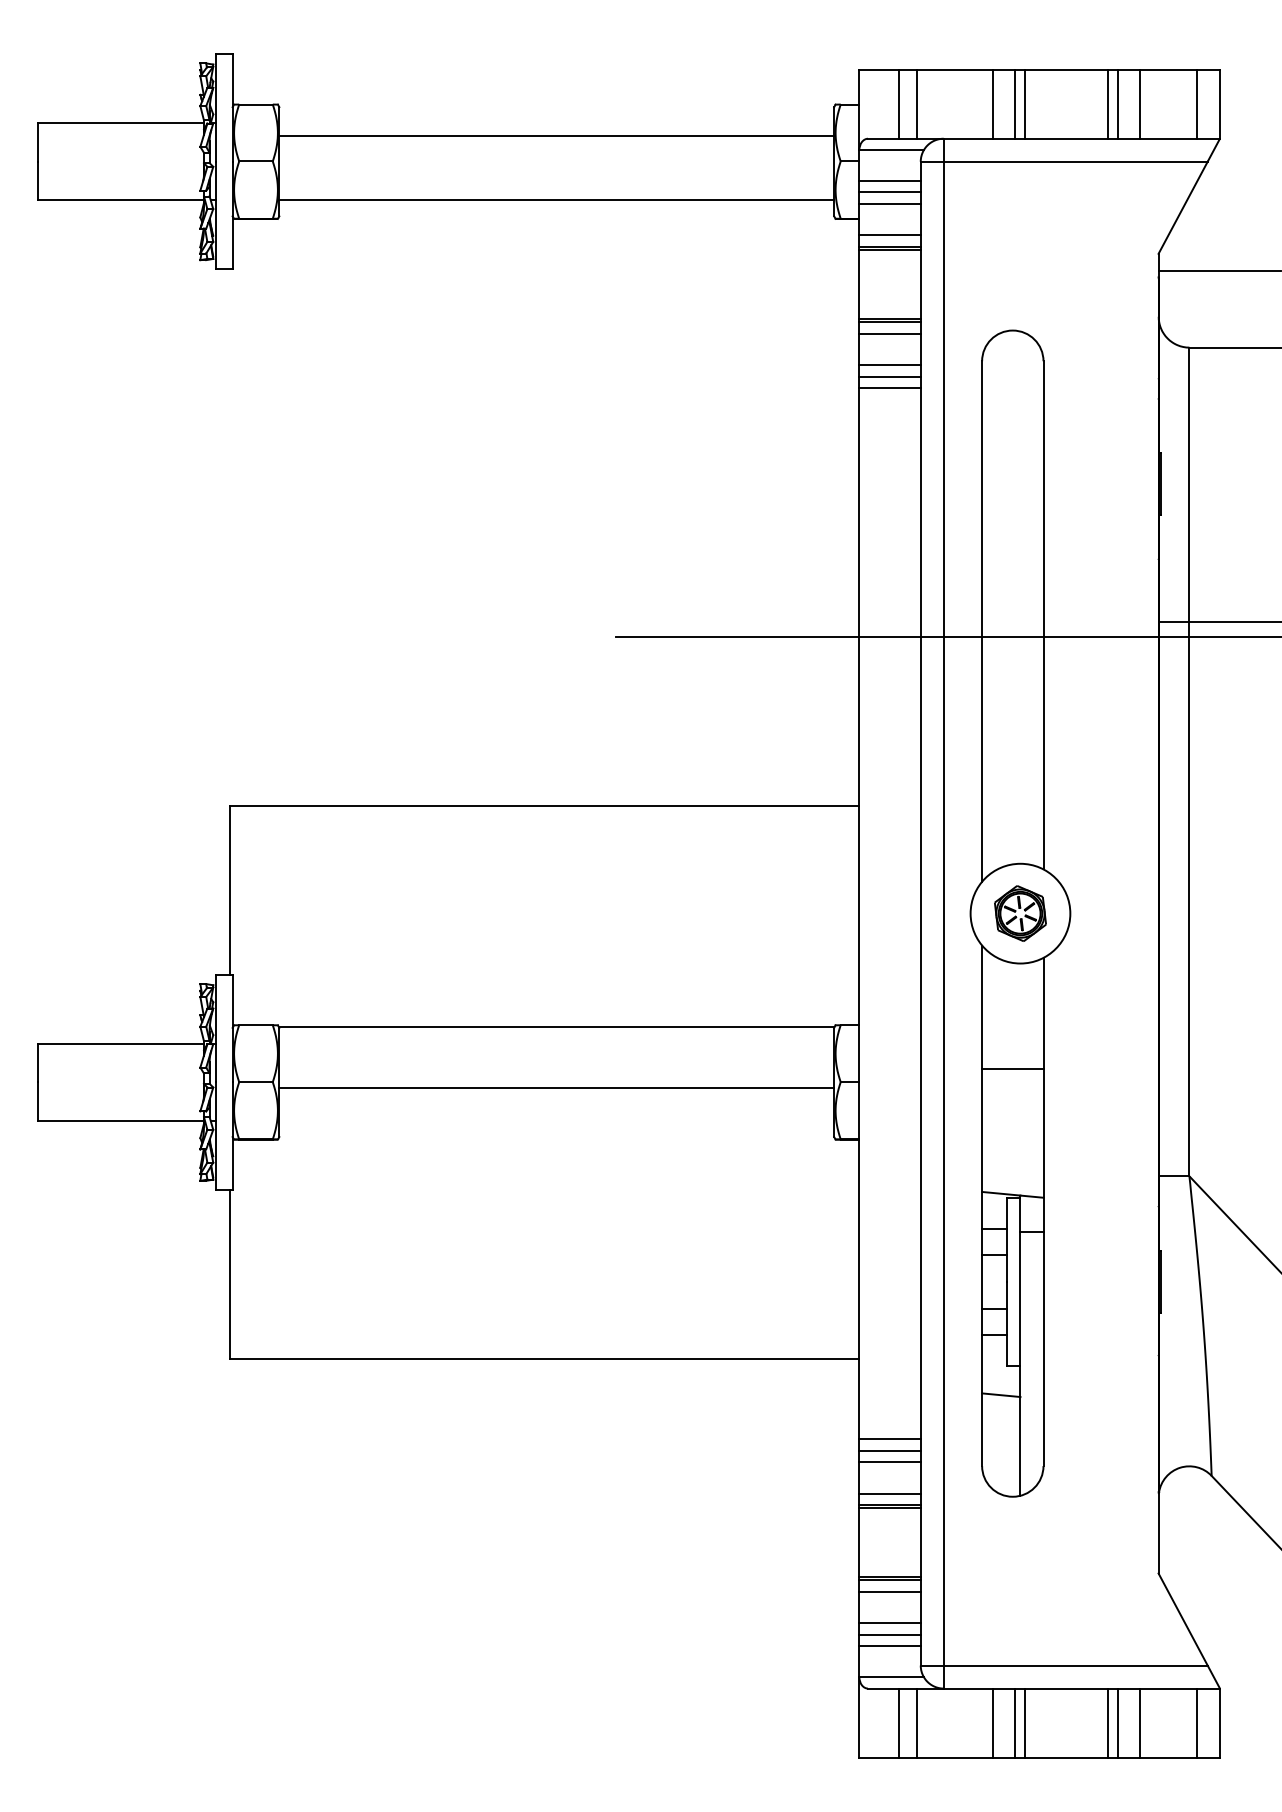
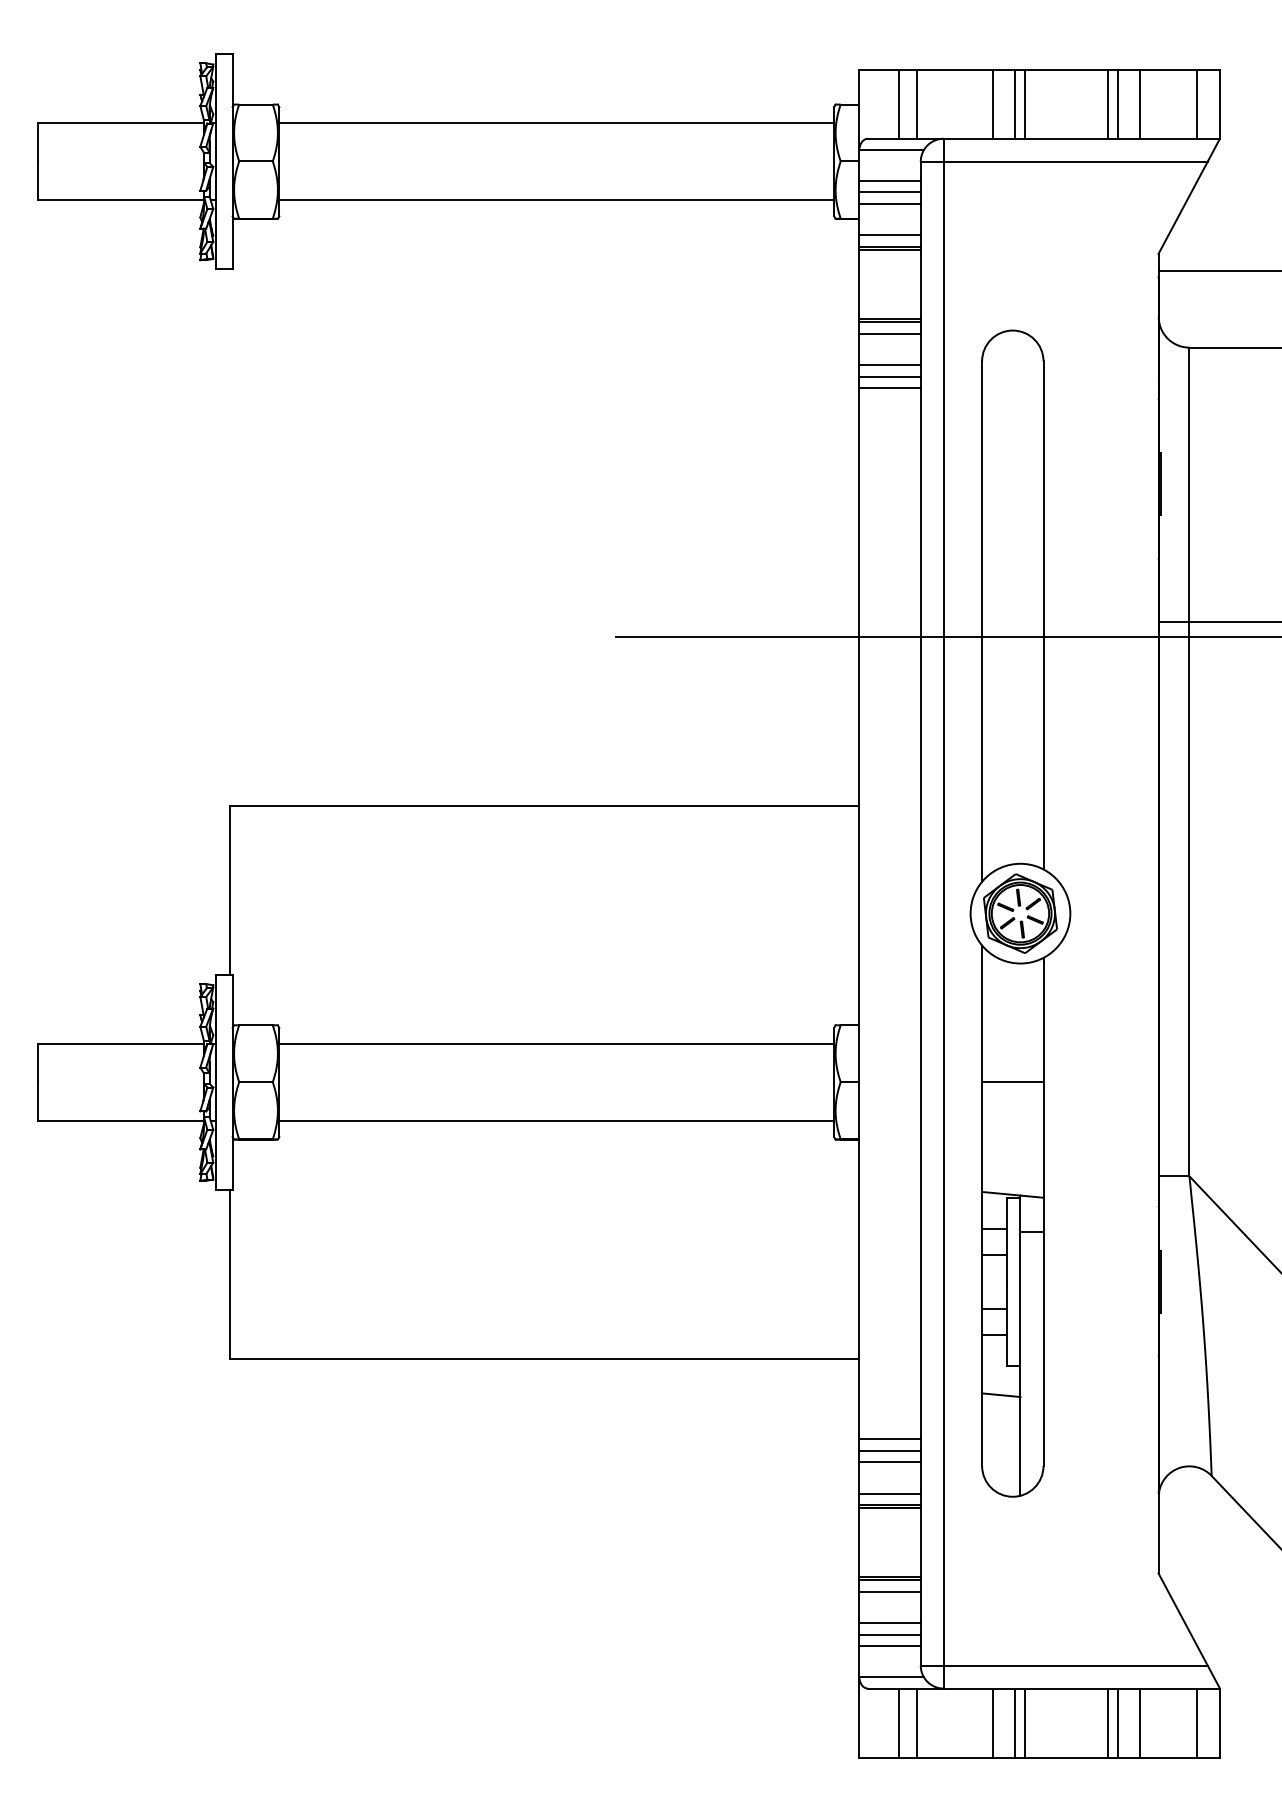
line at (556, 136) position: (556, 136) -> (556, 123)
part at (1020, 913) size: 53x57 px -> 75x81 px
line at (556, 1027) position: (556, 1027) -> (556, 1044)
line at (1012, 1069) position: (1012, 1069) -> (1012, 1082)
line at (556, 1087) position: (556, 1087) -> (556, 1120)
